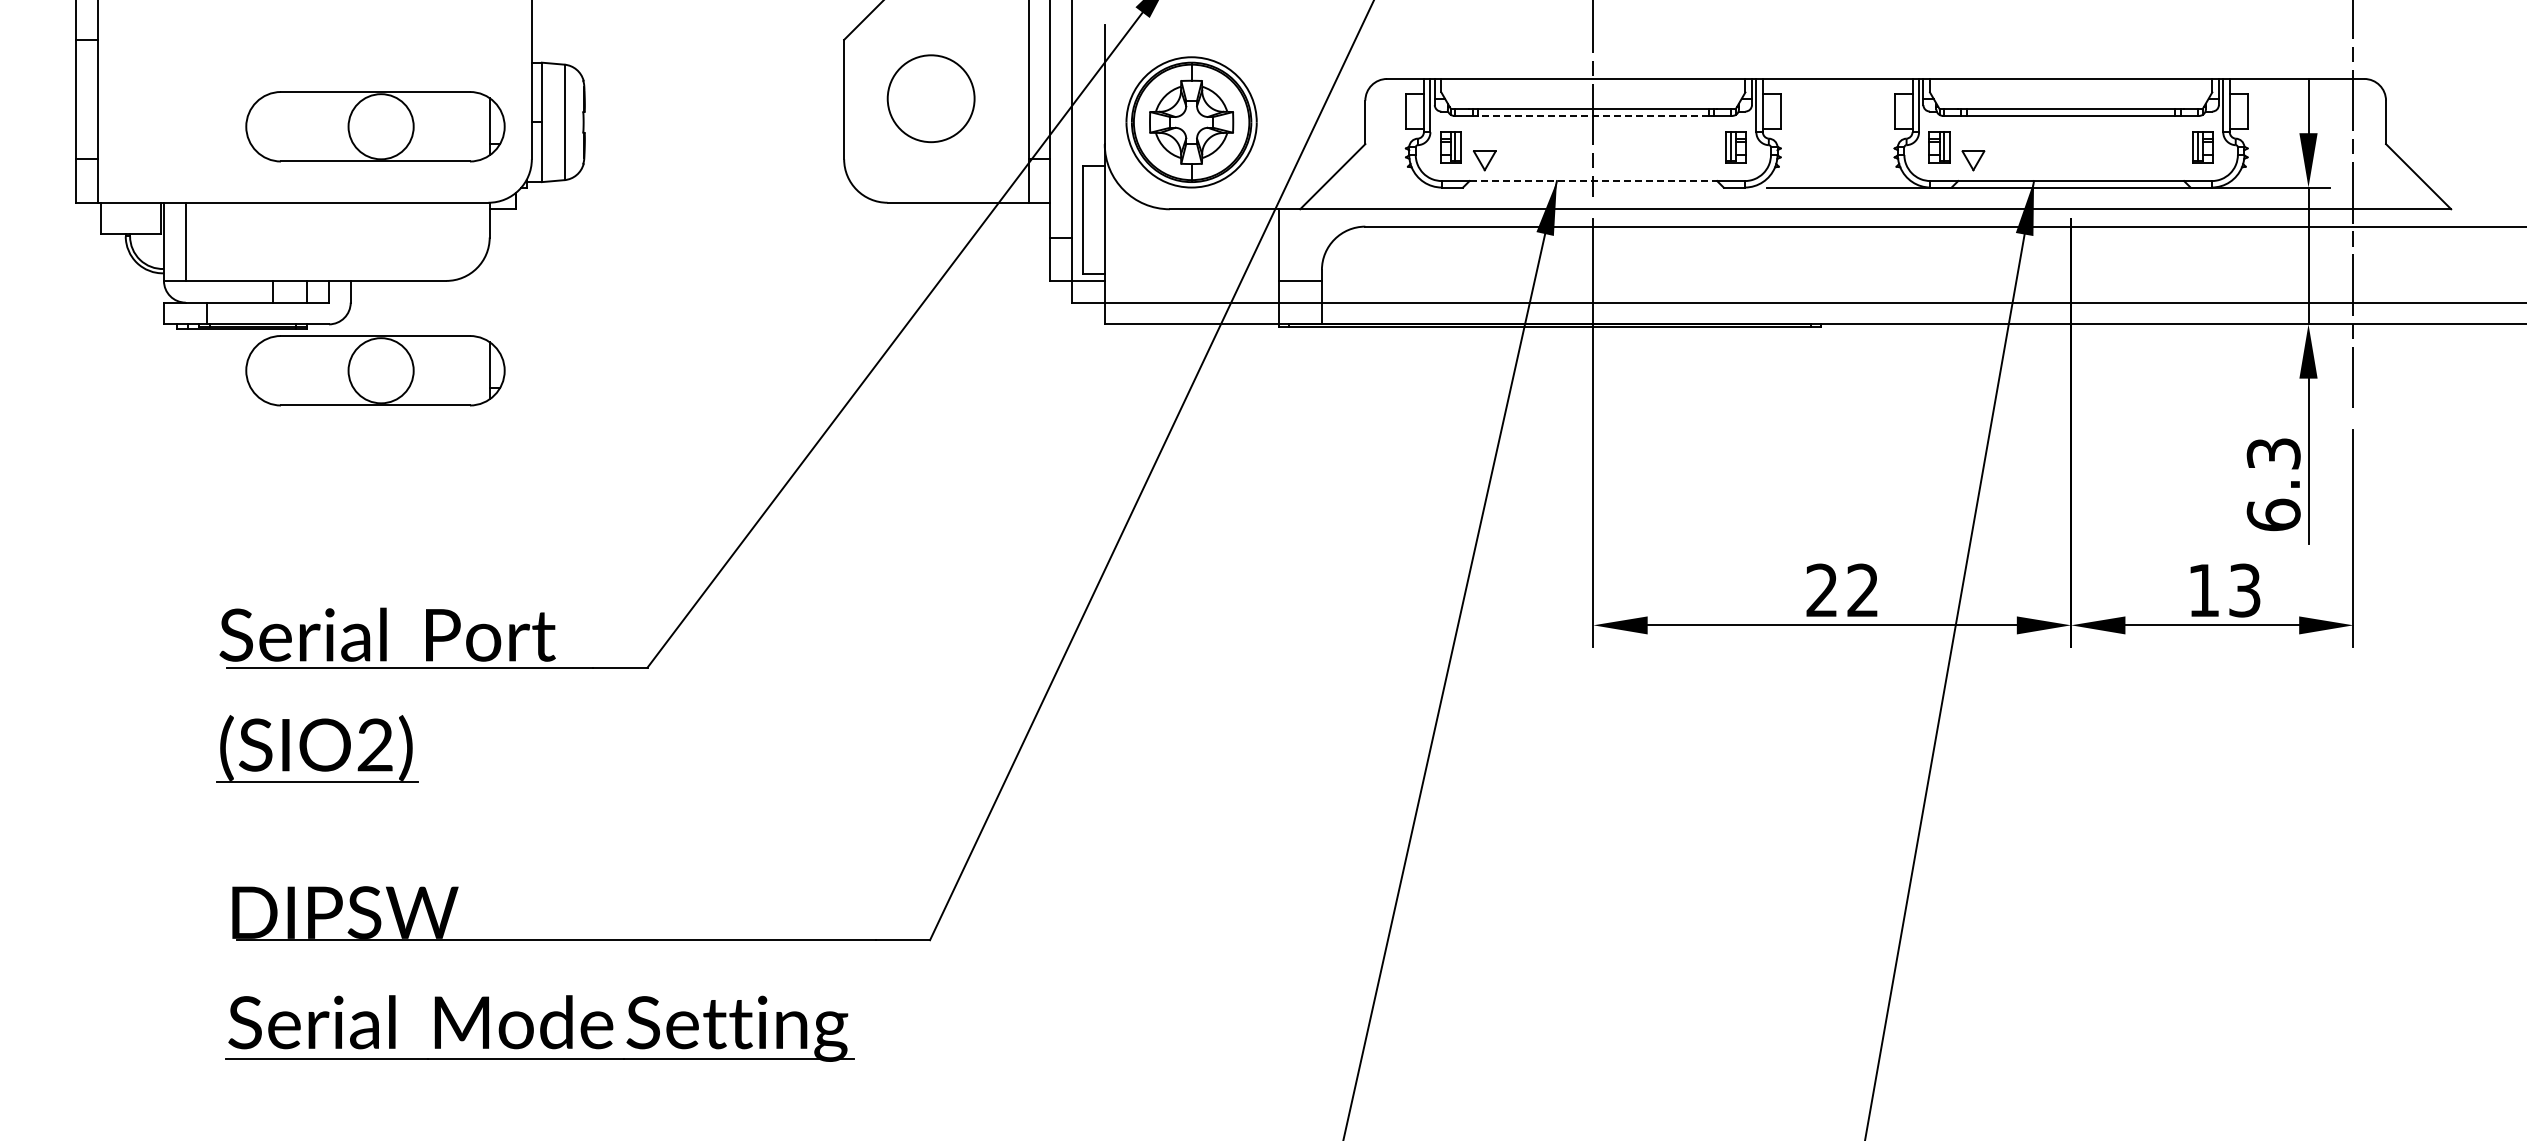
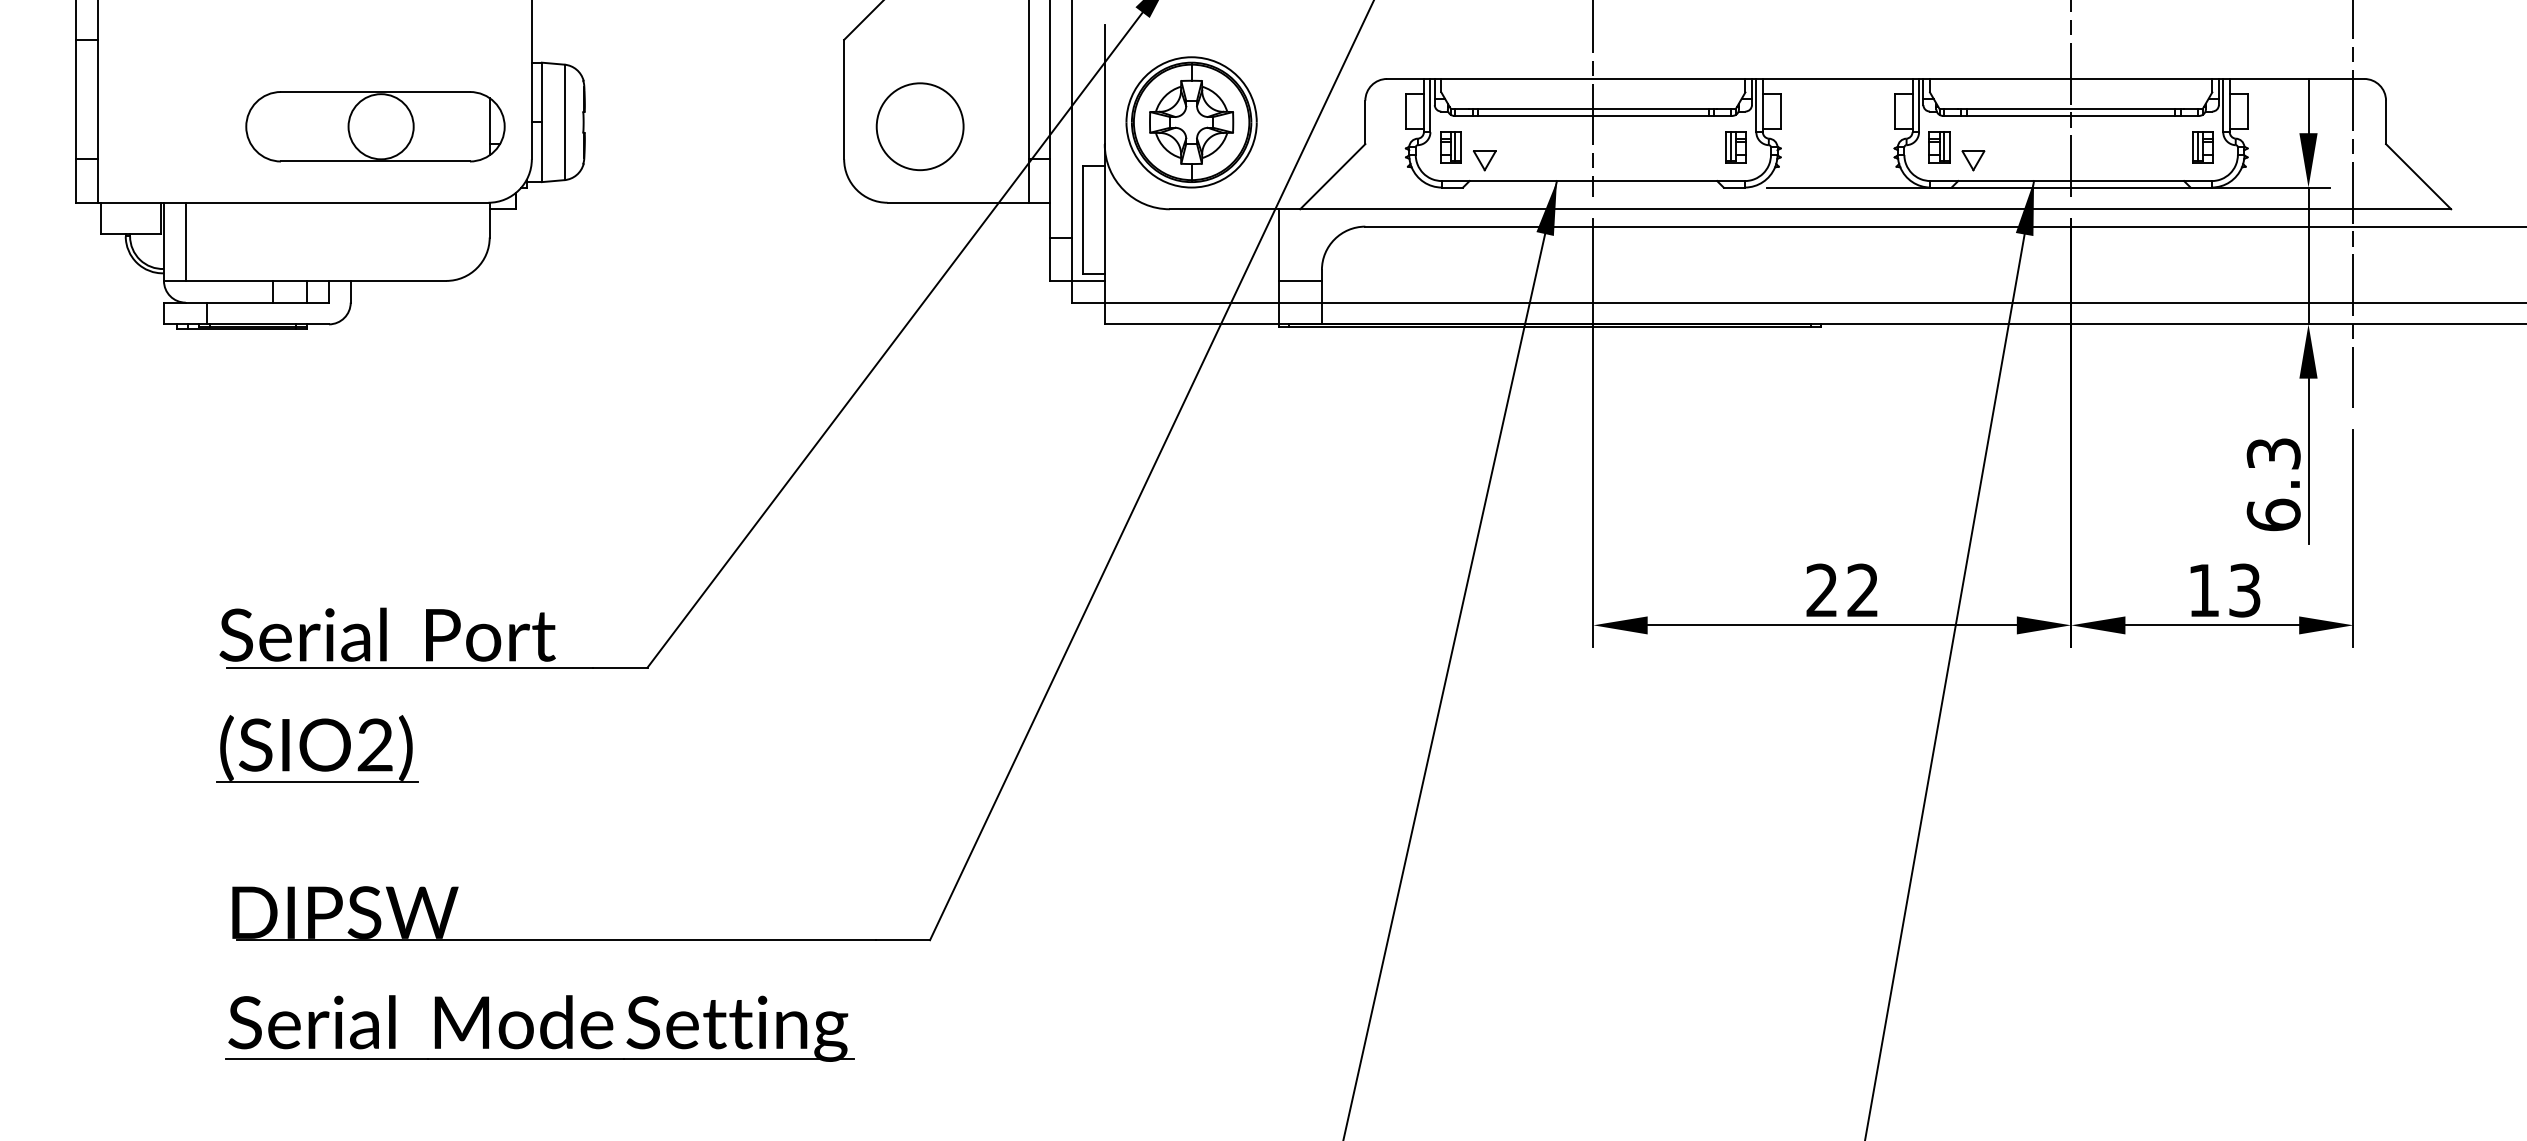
circle at (930, 98) position: (930, 98) -> (919, 126)
line at (2071, 99): none -> present
line at (1592, 115): dashed -> solid
line at (1593, 181): dashed -> solid
part at (375, 370): present -> none
